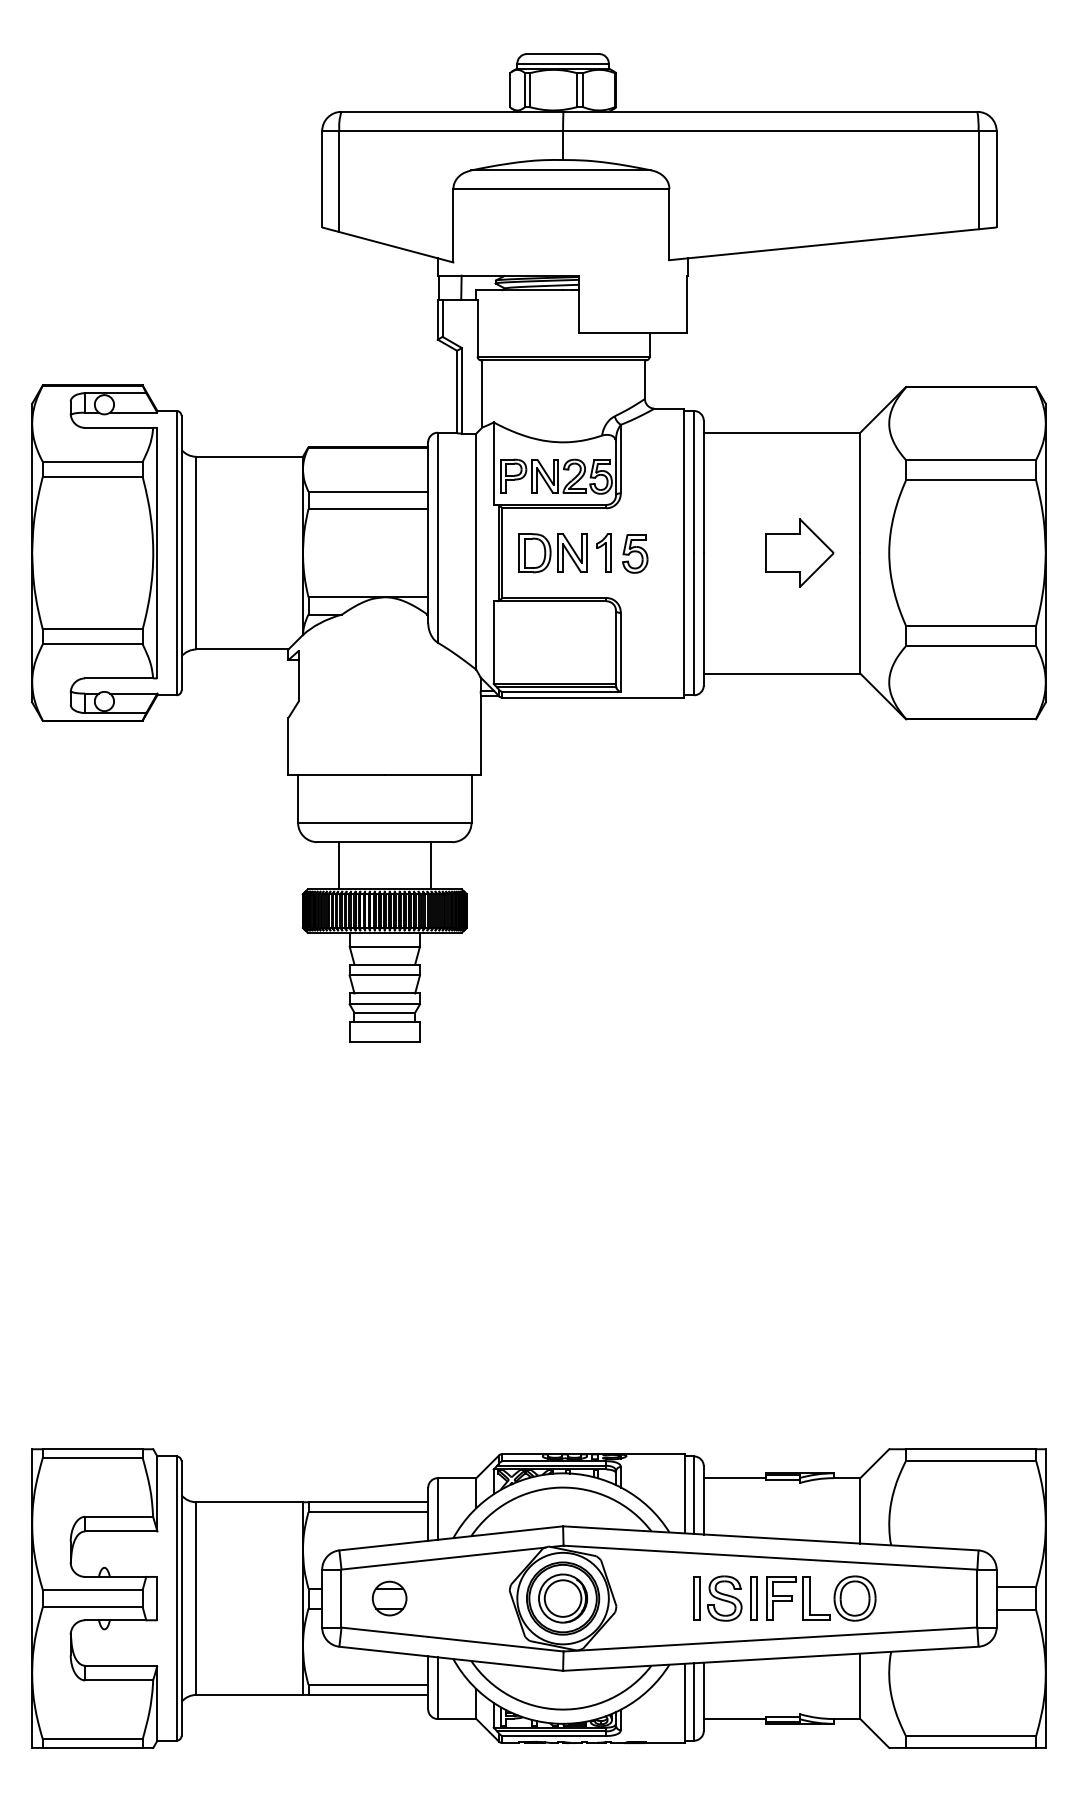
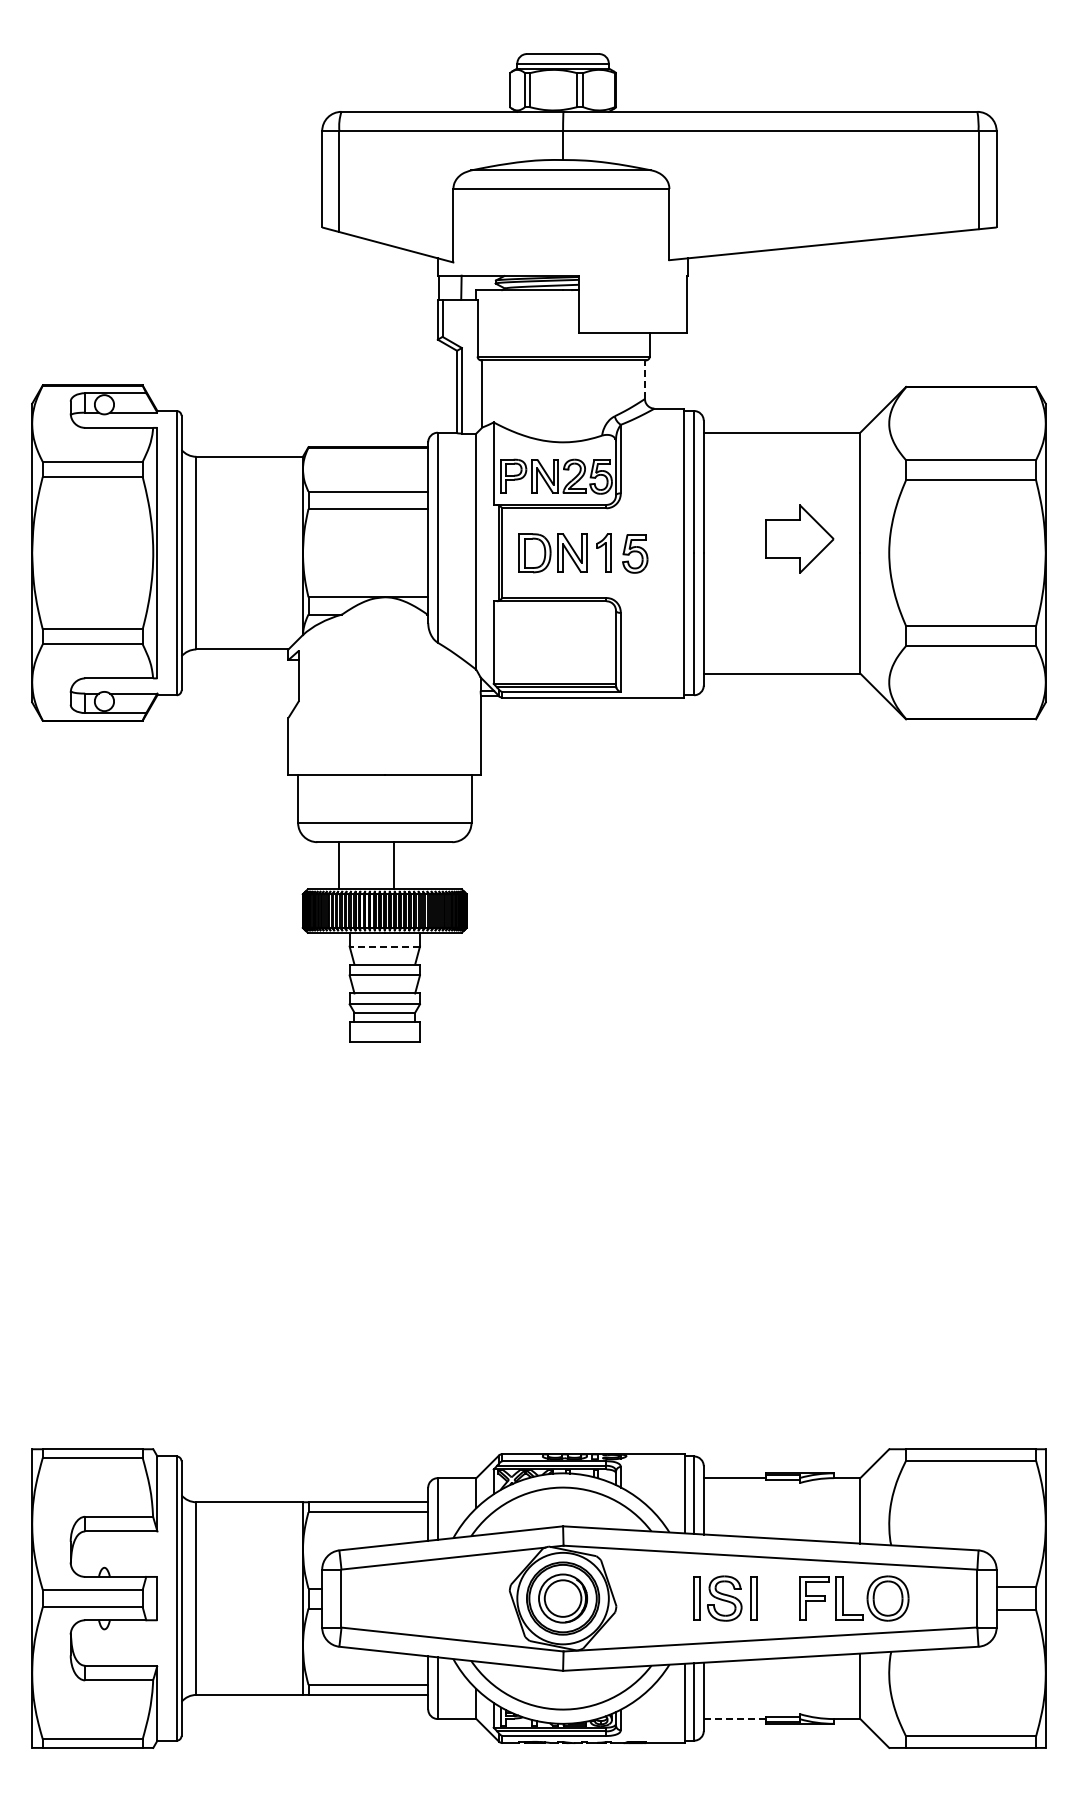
line at (644, 379): solid -> dashed
part at (799, 552) position: (799, 552) -> (799, 538)
line at (430, 865) position: (430, 865) -> (393, 865)
line at (384, 946): solid -> dashed
part at (389, 1598): present -> none
part at (810, 1598) position: (810, 1598) -> (843, 1598)
line at (735, 1719): solid -> dashed
